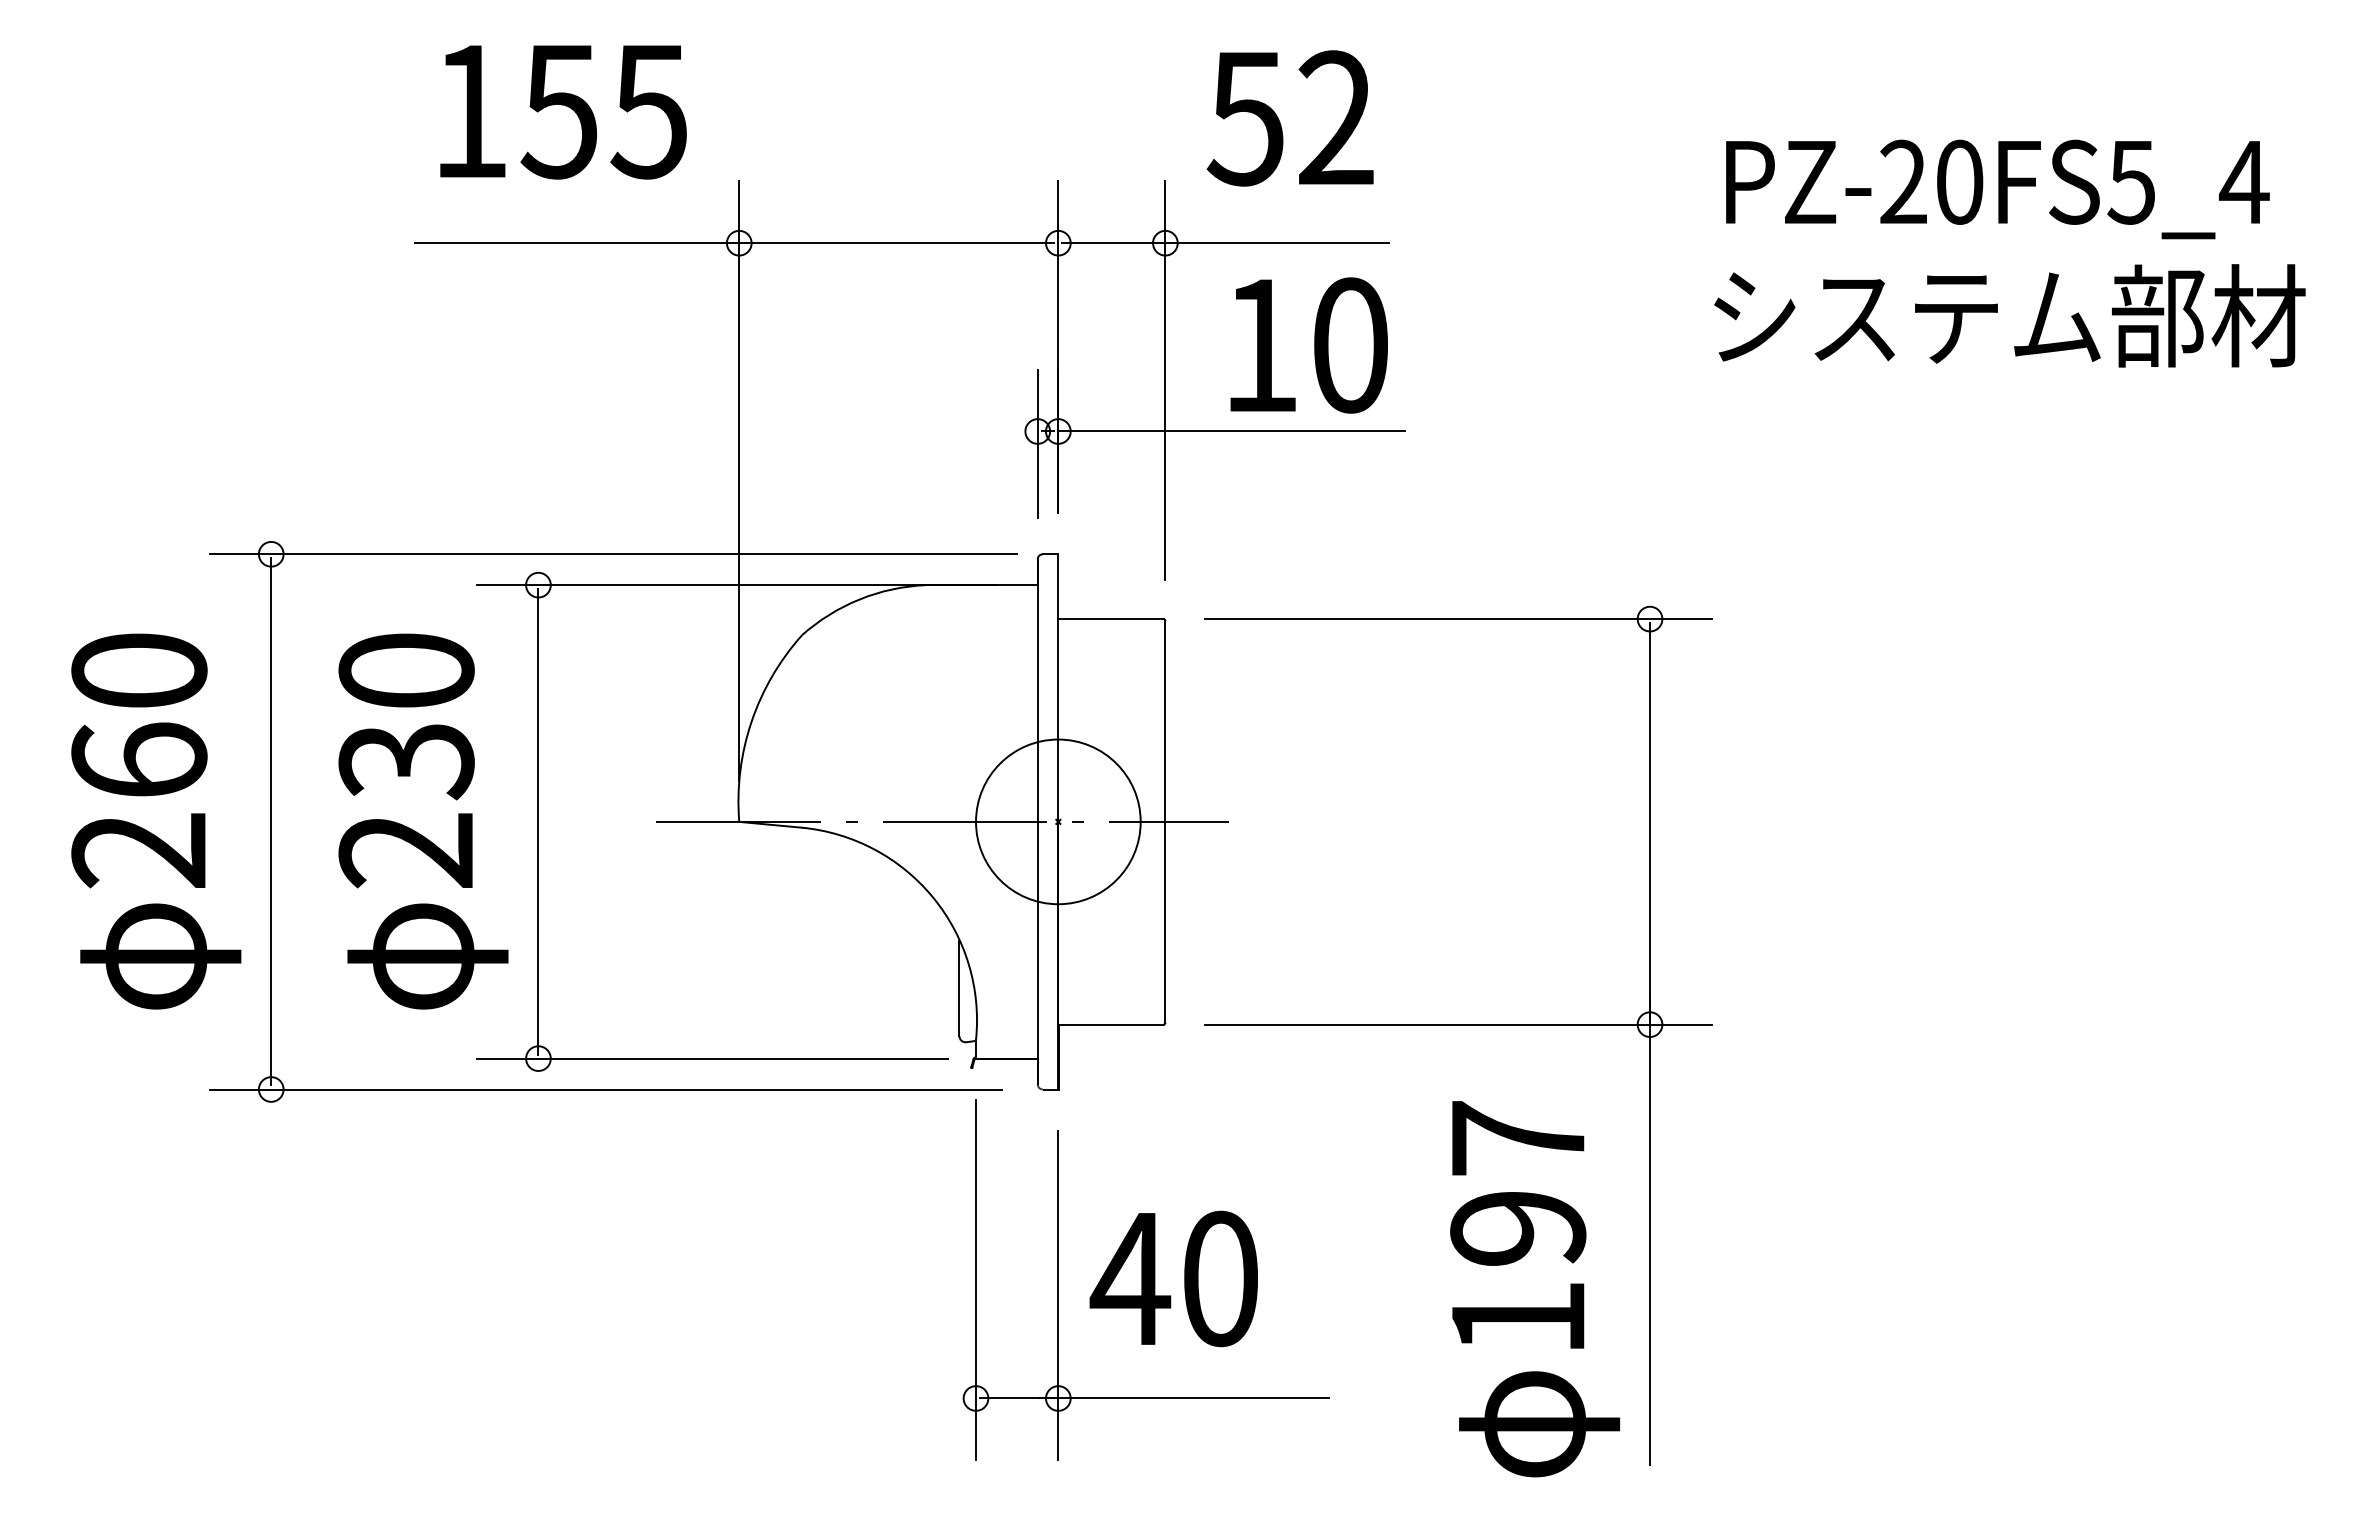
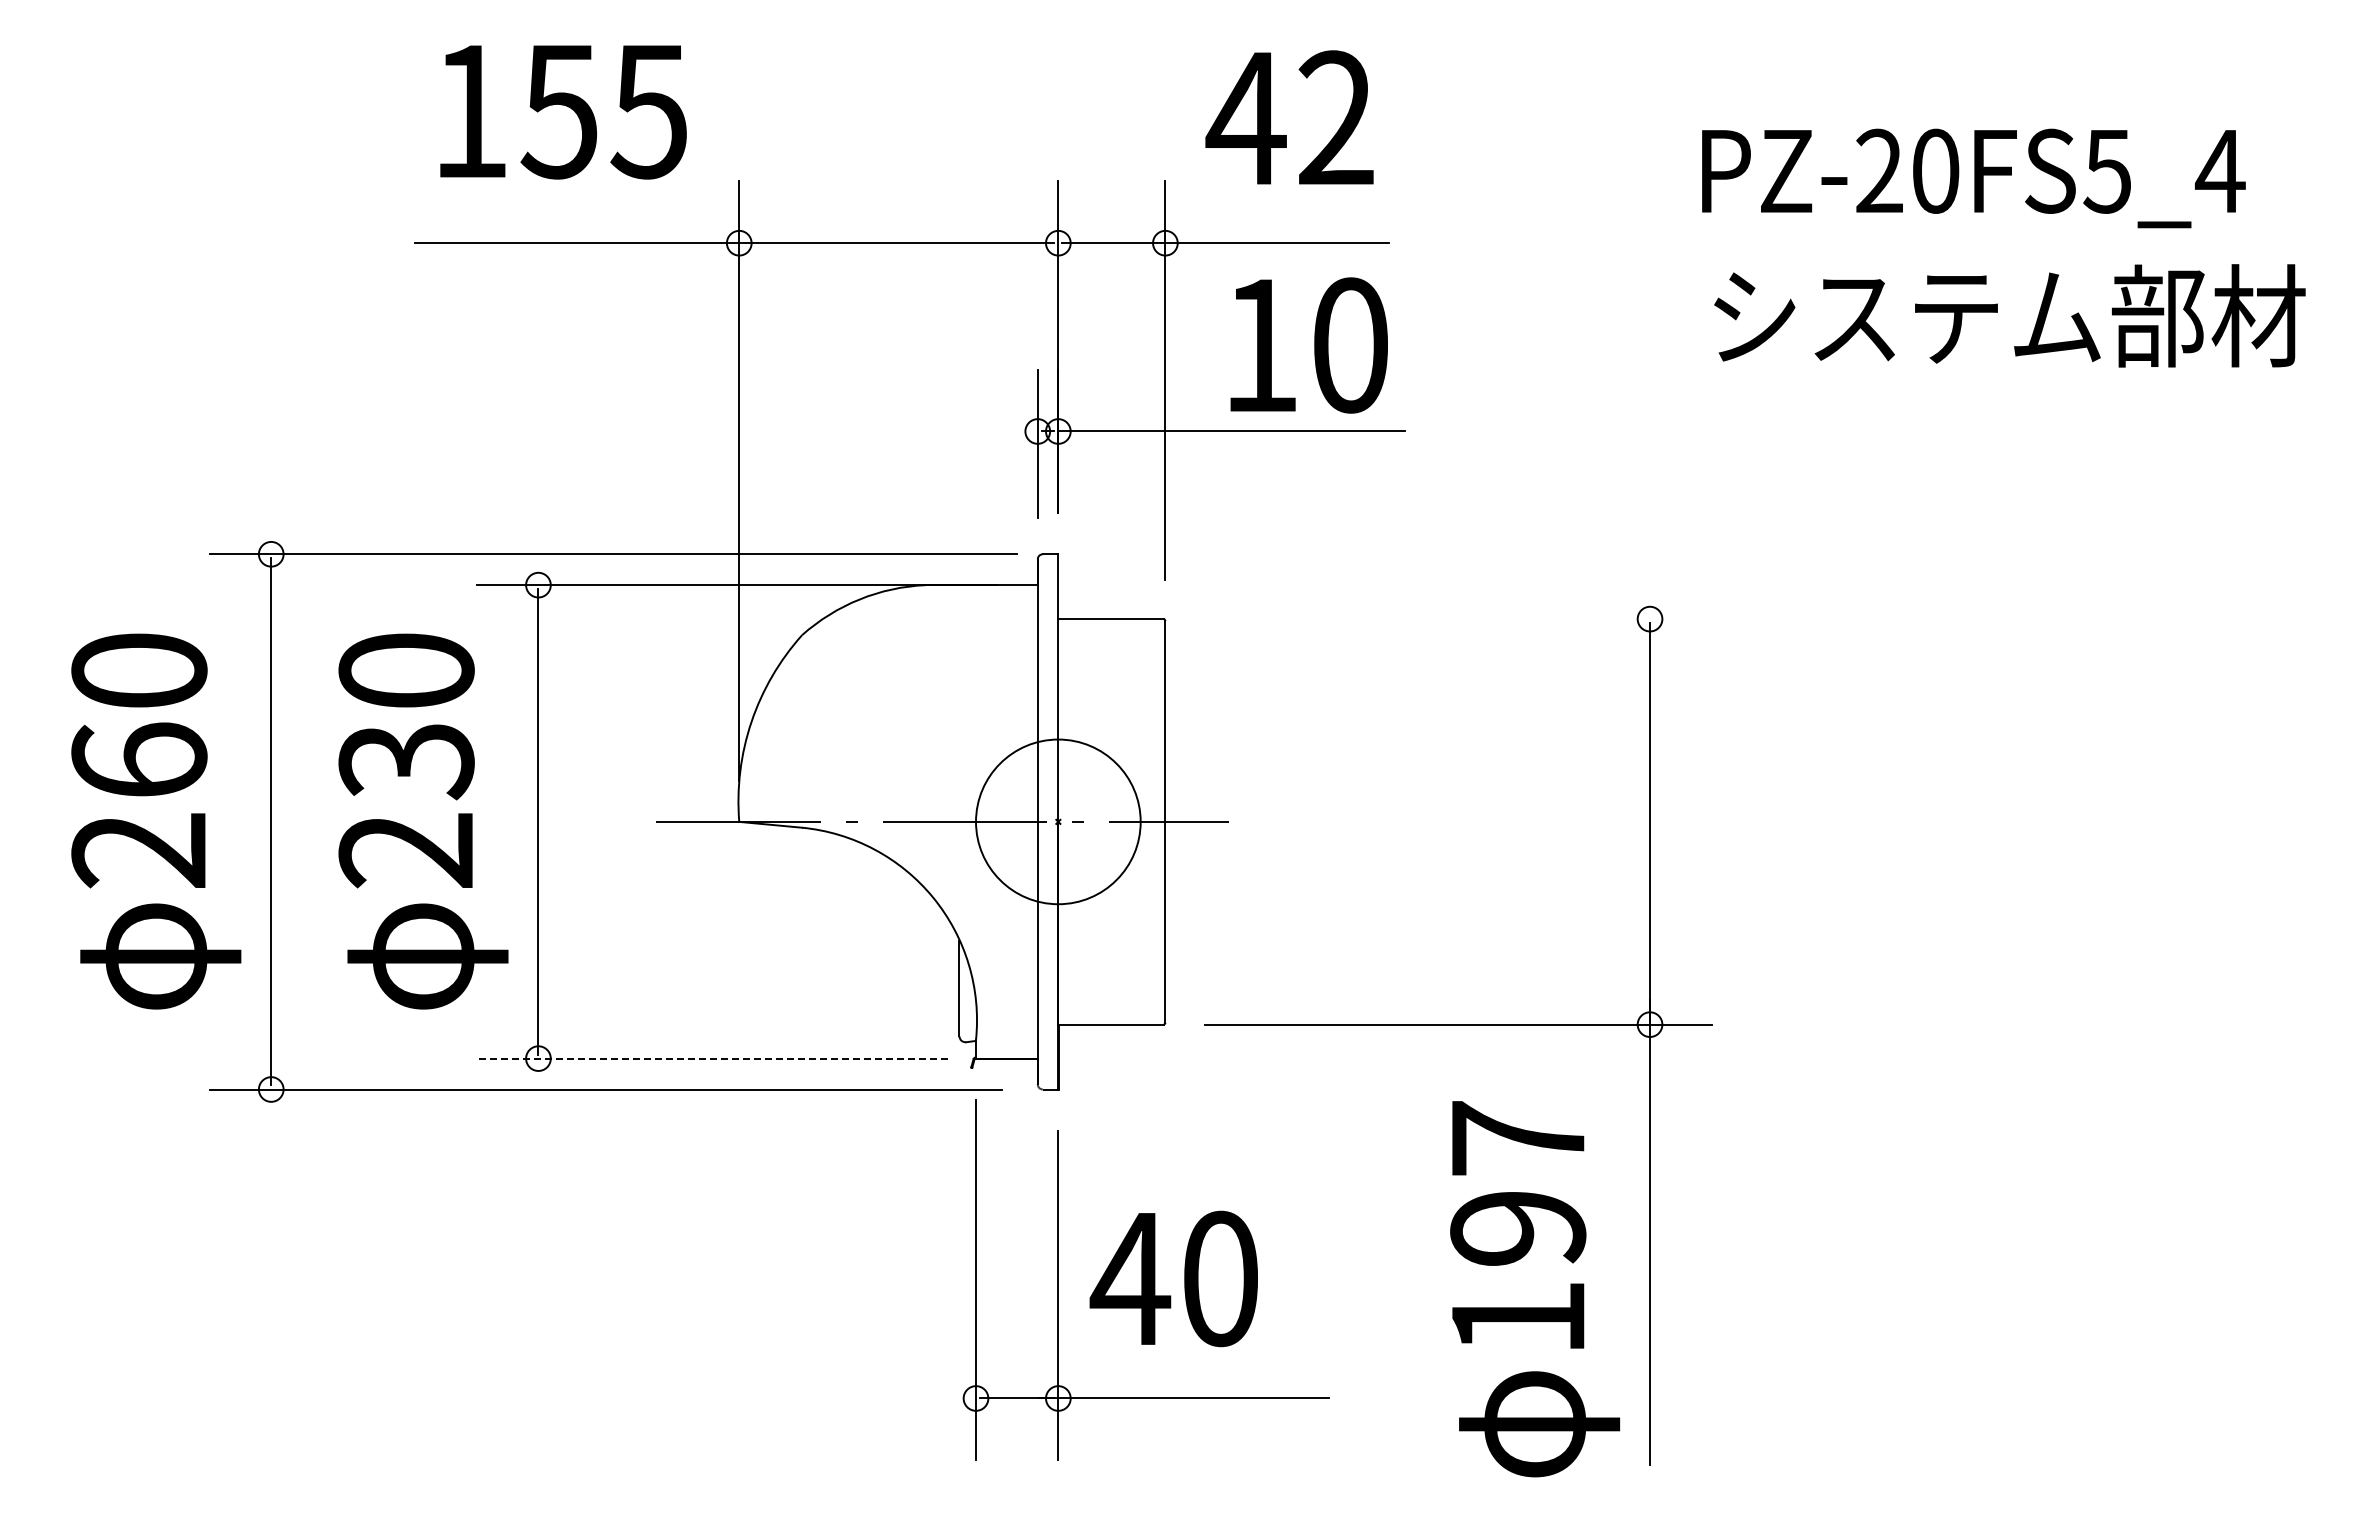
text at (1245, 119): 52 -> 42
text at (1997, 189) position: (1997, 189) -> (1973, 178)
line at (1457, 619): present -> none
line at (712, 1058): solid -> dashed
